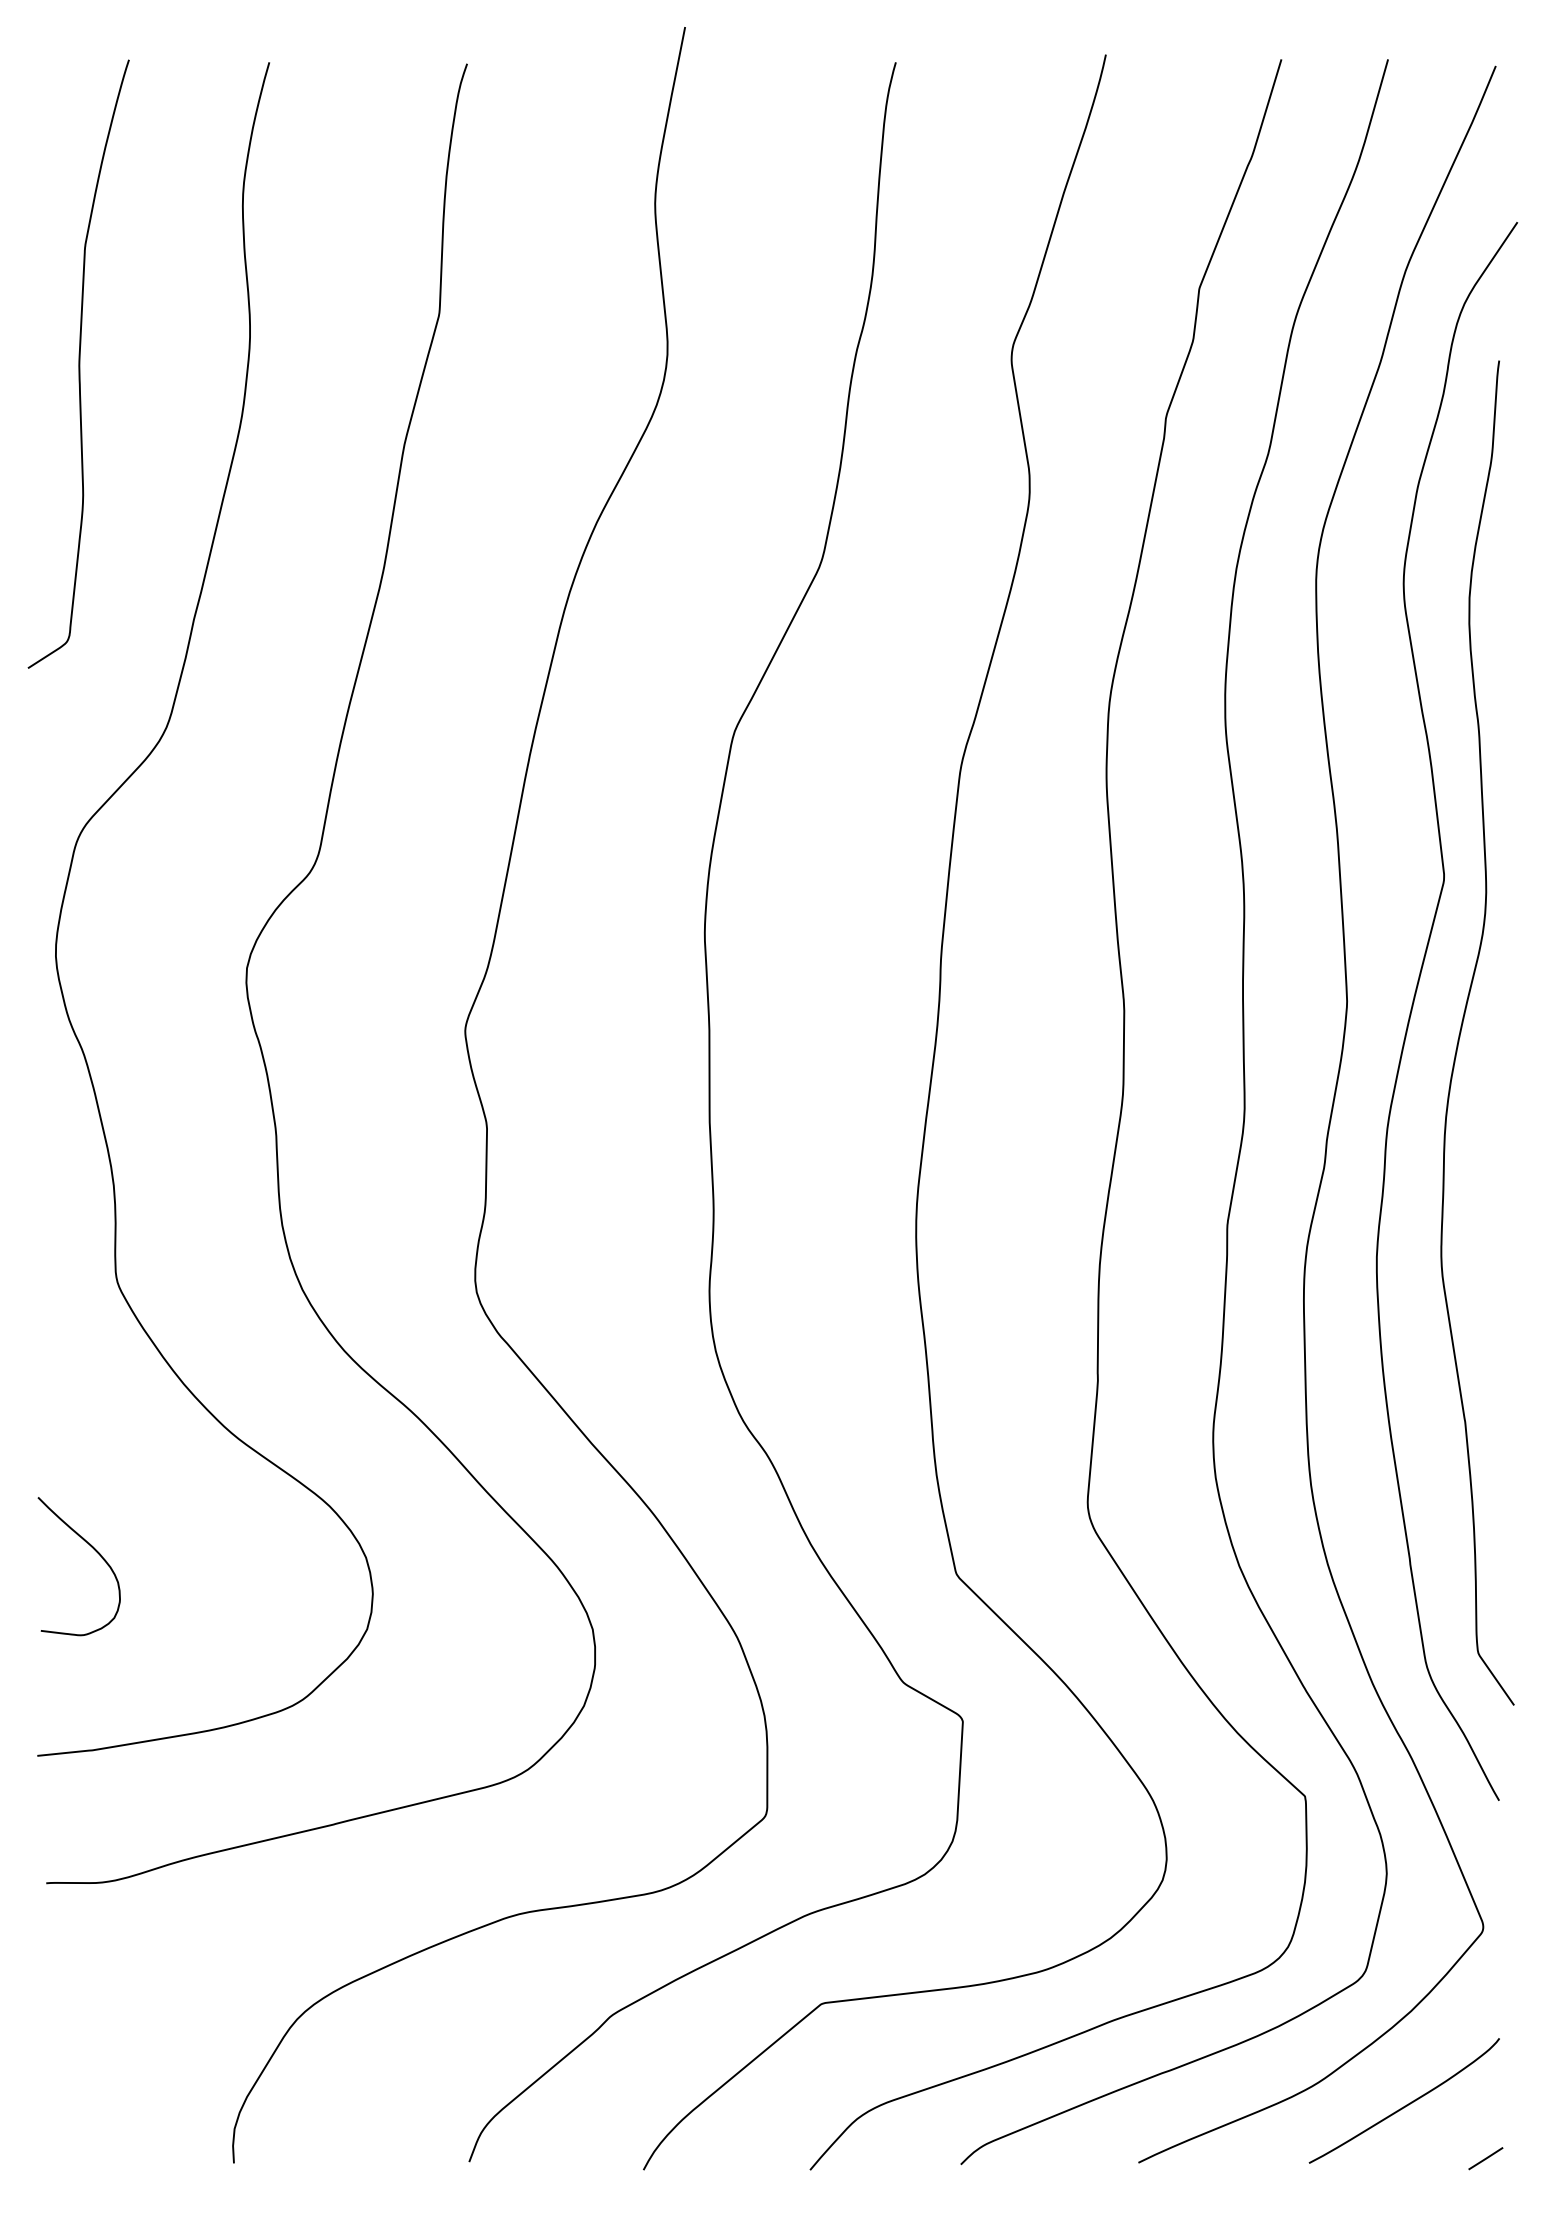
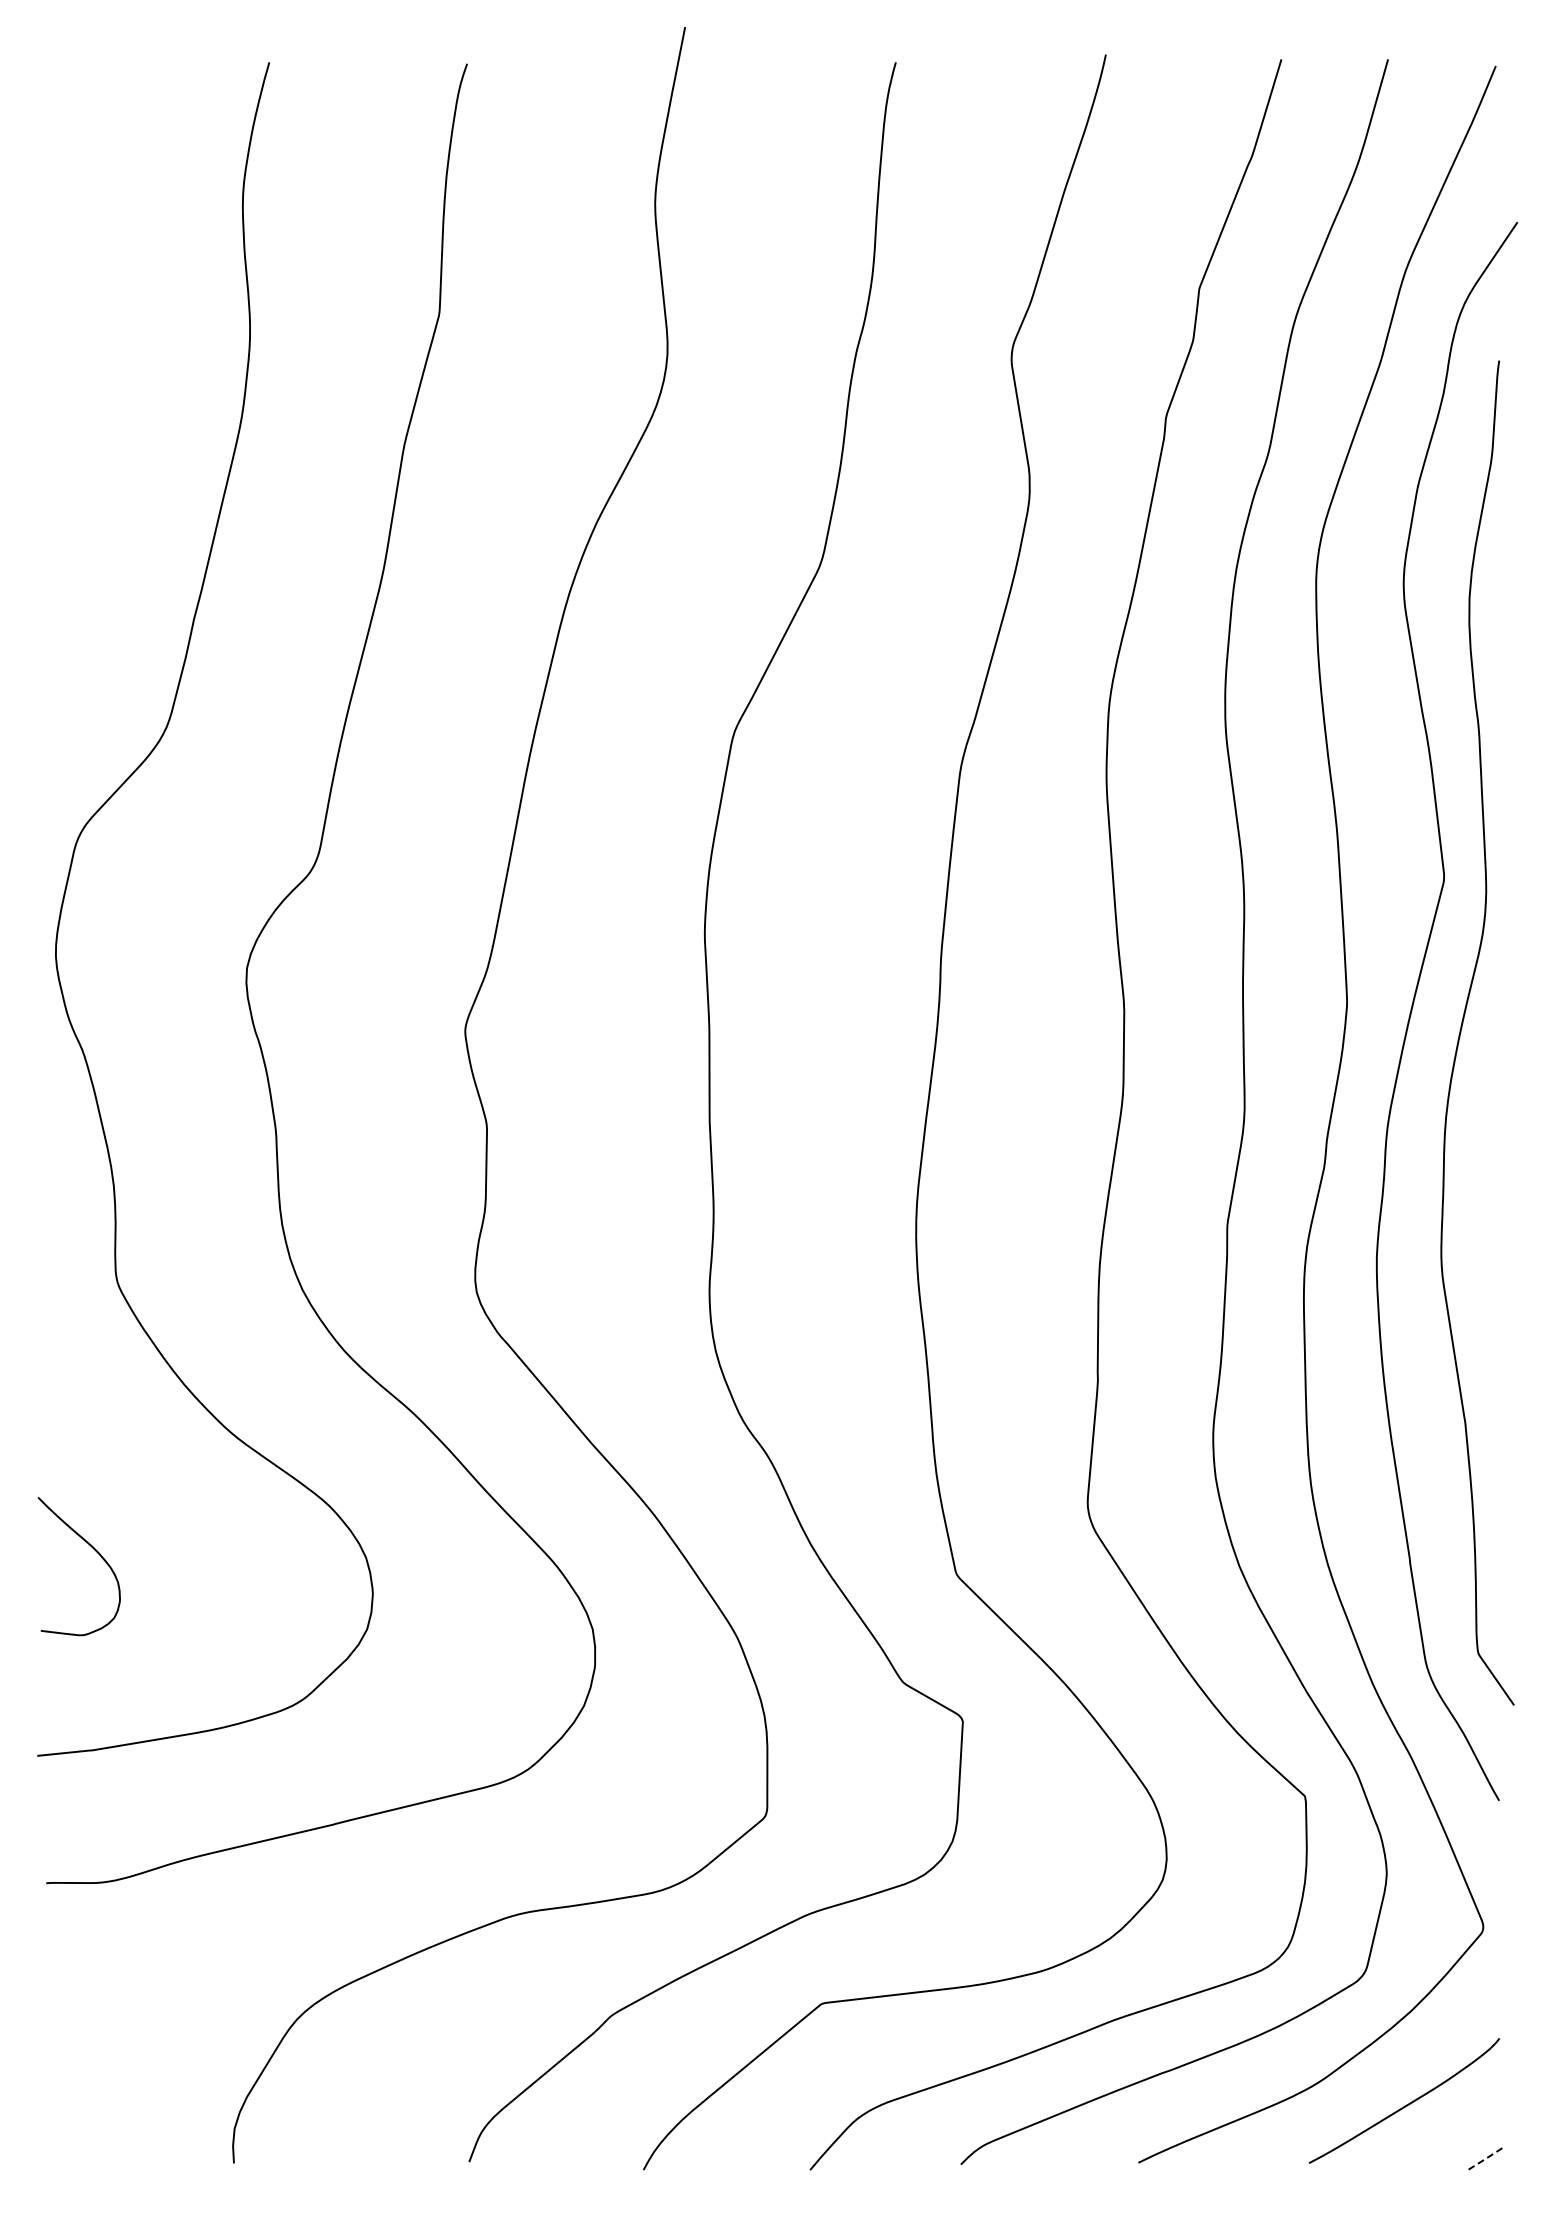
curve at (78, 363): present -> none
line at (1485, 2158): solid -> dashed
